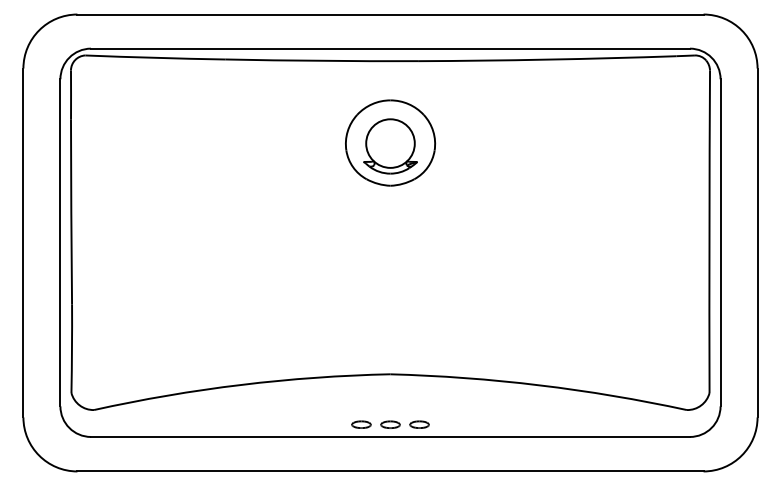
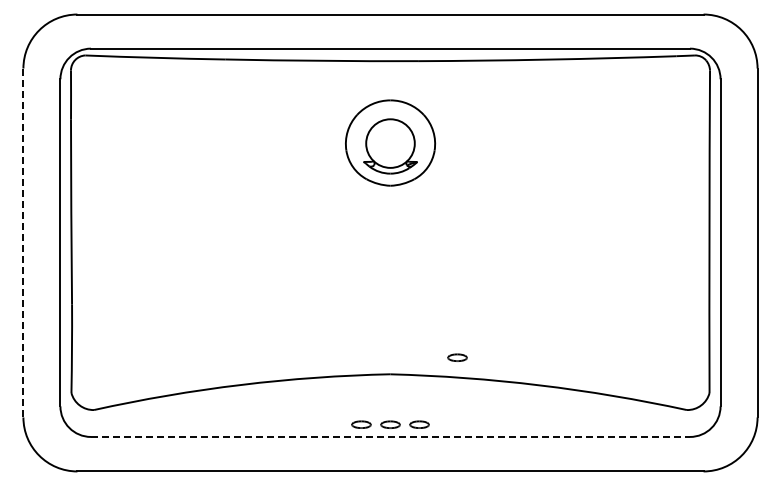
line at (23, 243): solid -> dashed
part at (457, 357): none -> present
line at (391, 436): solid -> dashed
